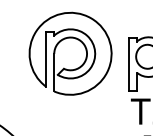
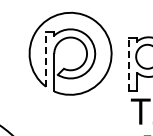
line at (46, 58): solid -> dashed
line at (128, 64): solid -> dashed
